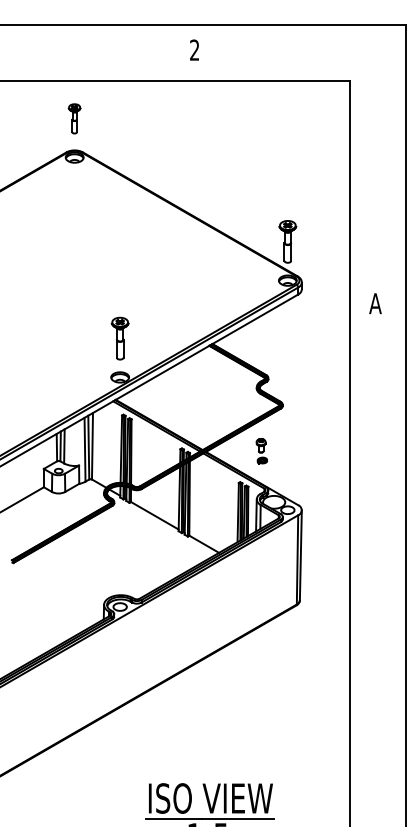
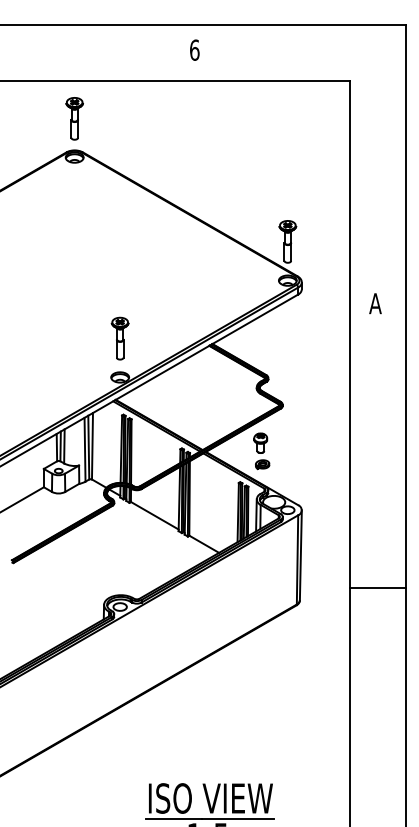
text at (194, 49): 2 -> 6
part at (74, 118) size: 15x32 px -> 19x44 px
part at (261, 451) size: 13x27 px -> 18x39 px
line at (378, 588): none -> present
